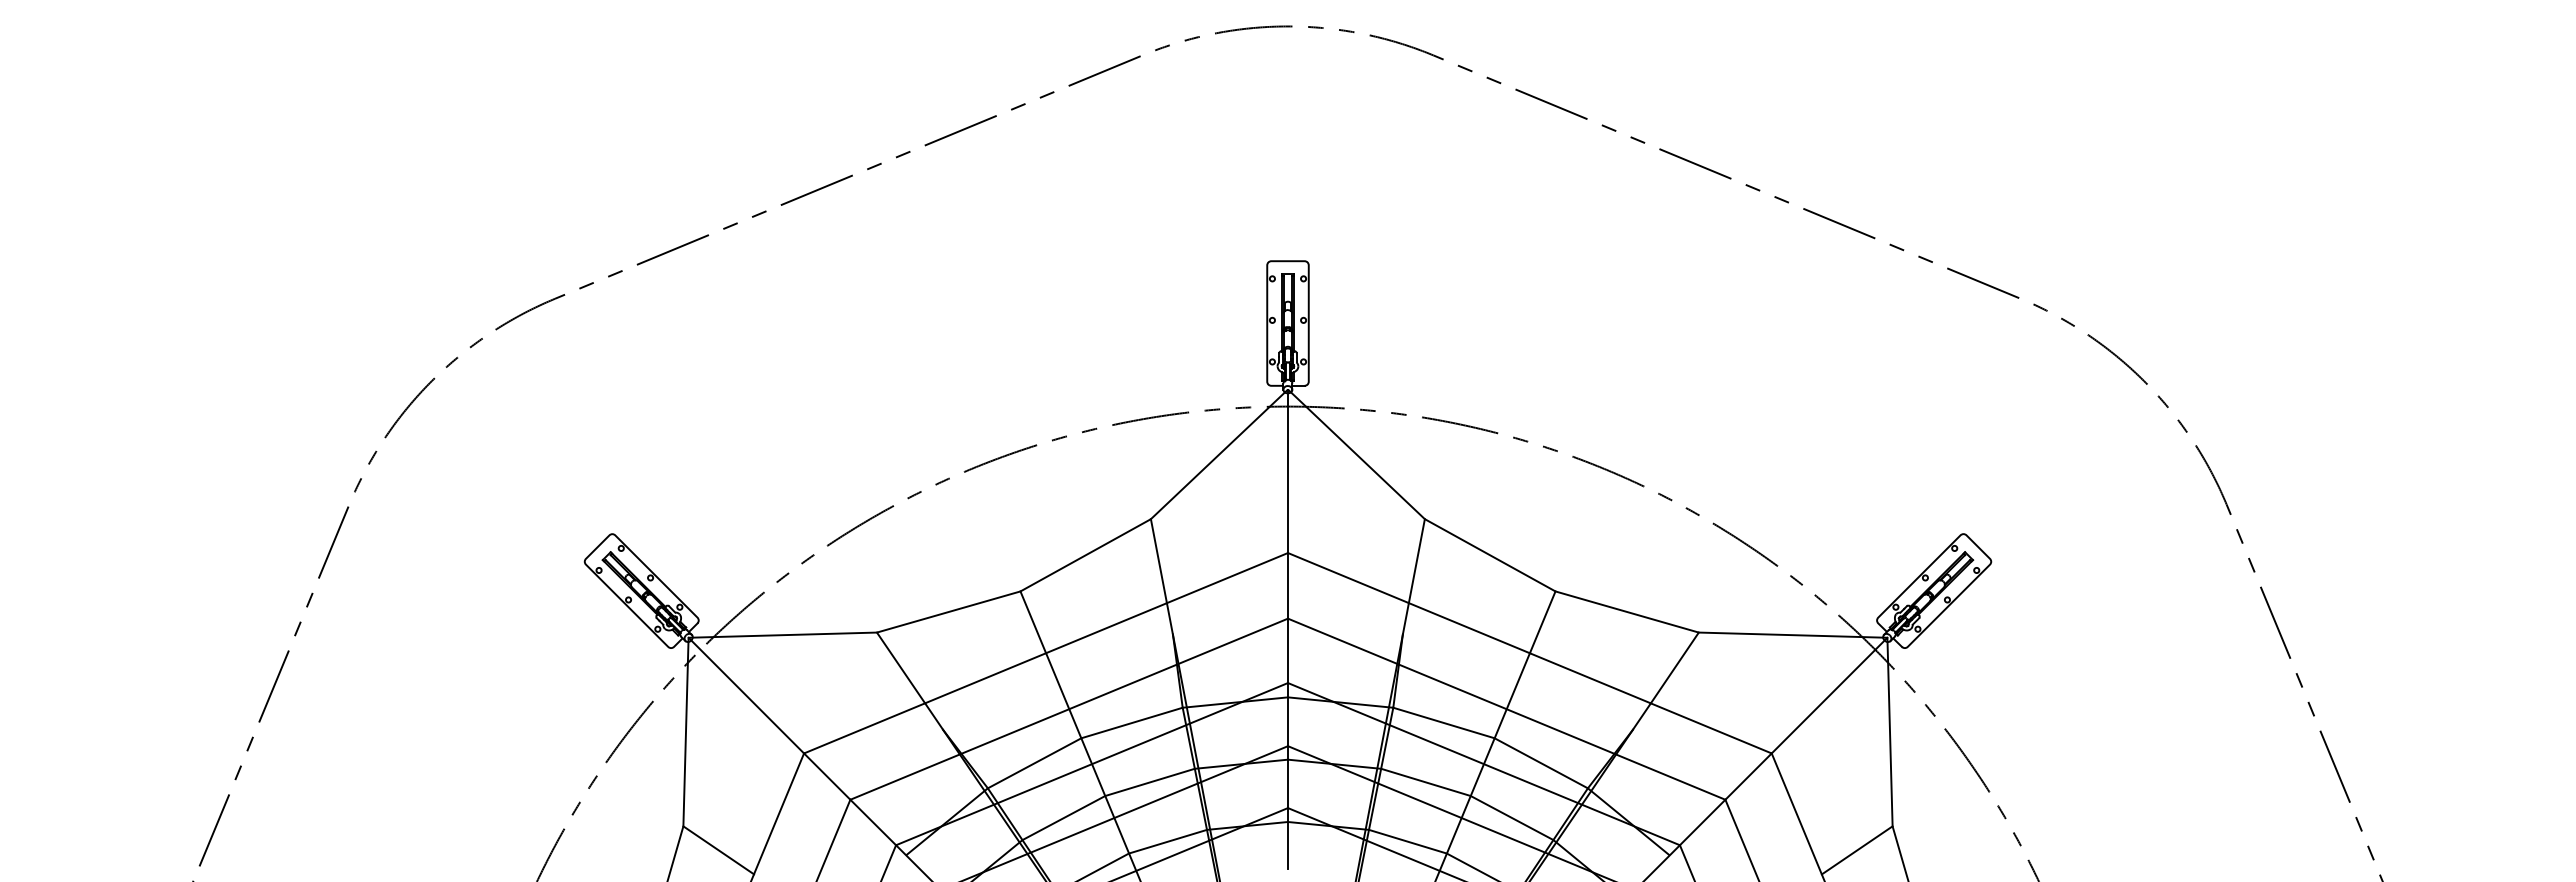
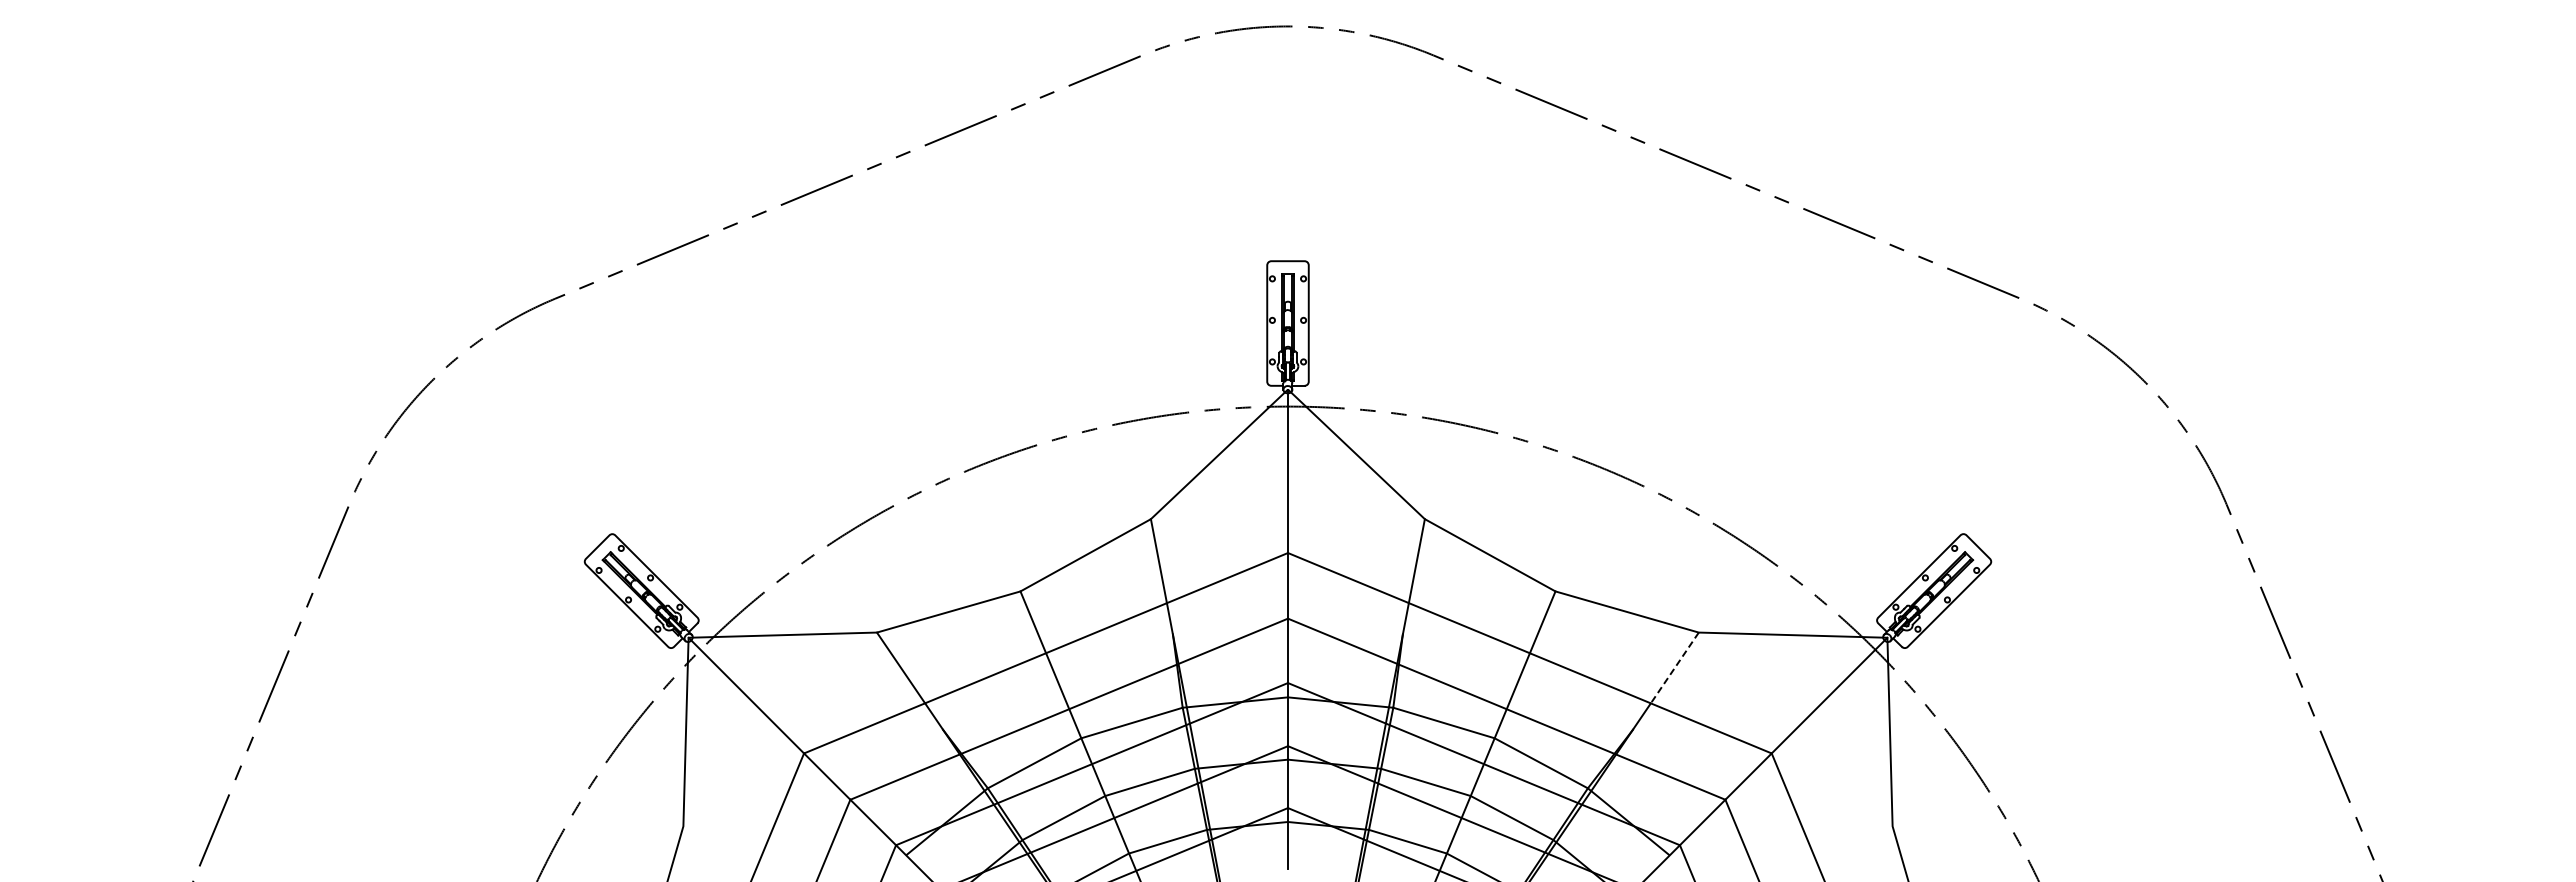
line at (1674, 667): solid -> dashed
line at (718, 850): present -> none
line at (1856, 850): present -> none
